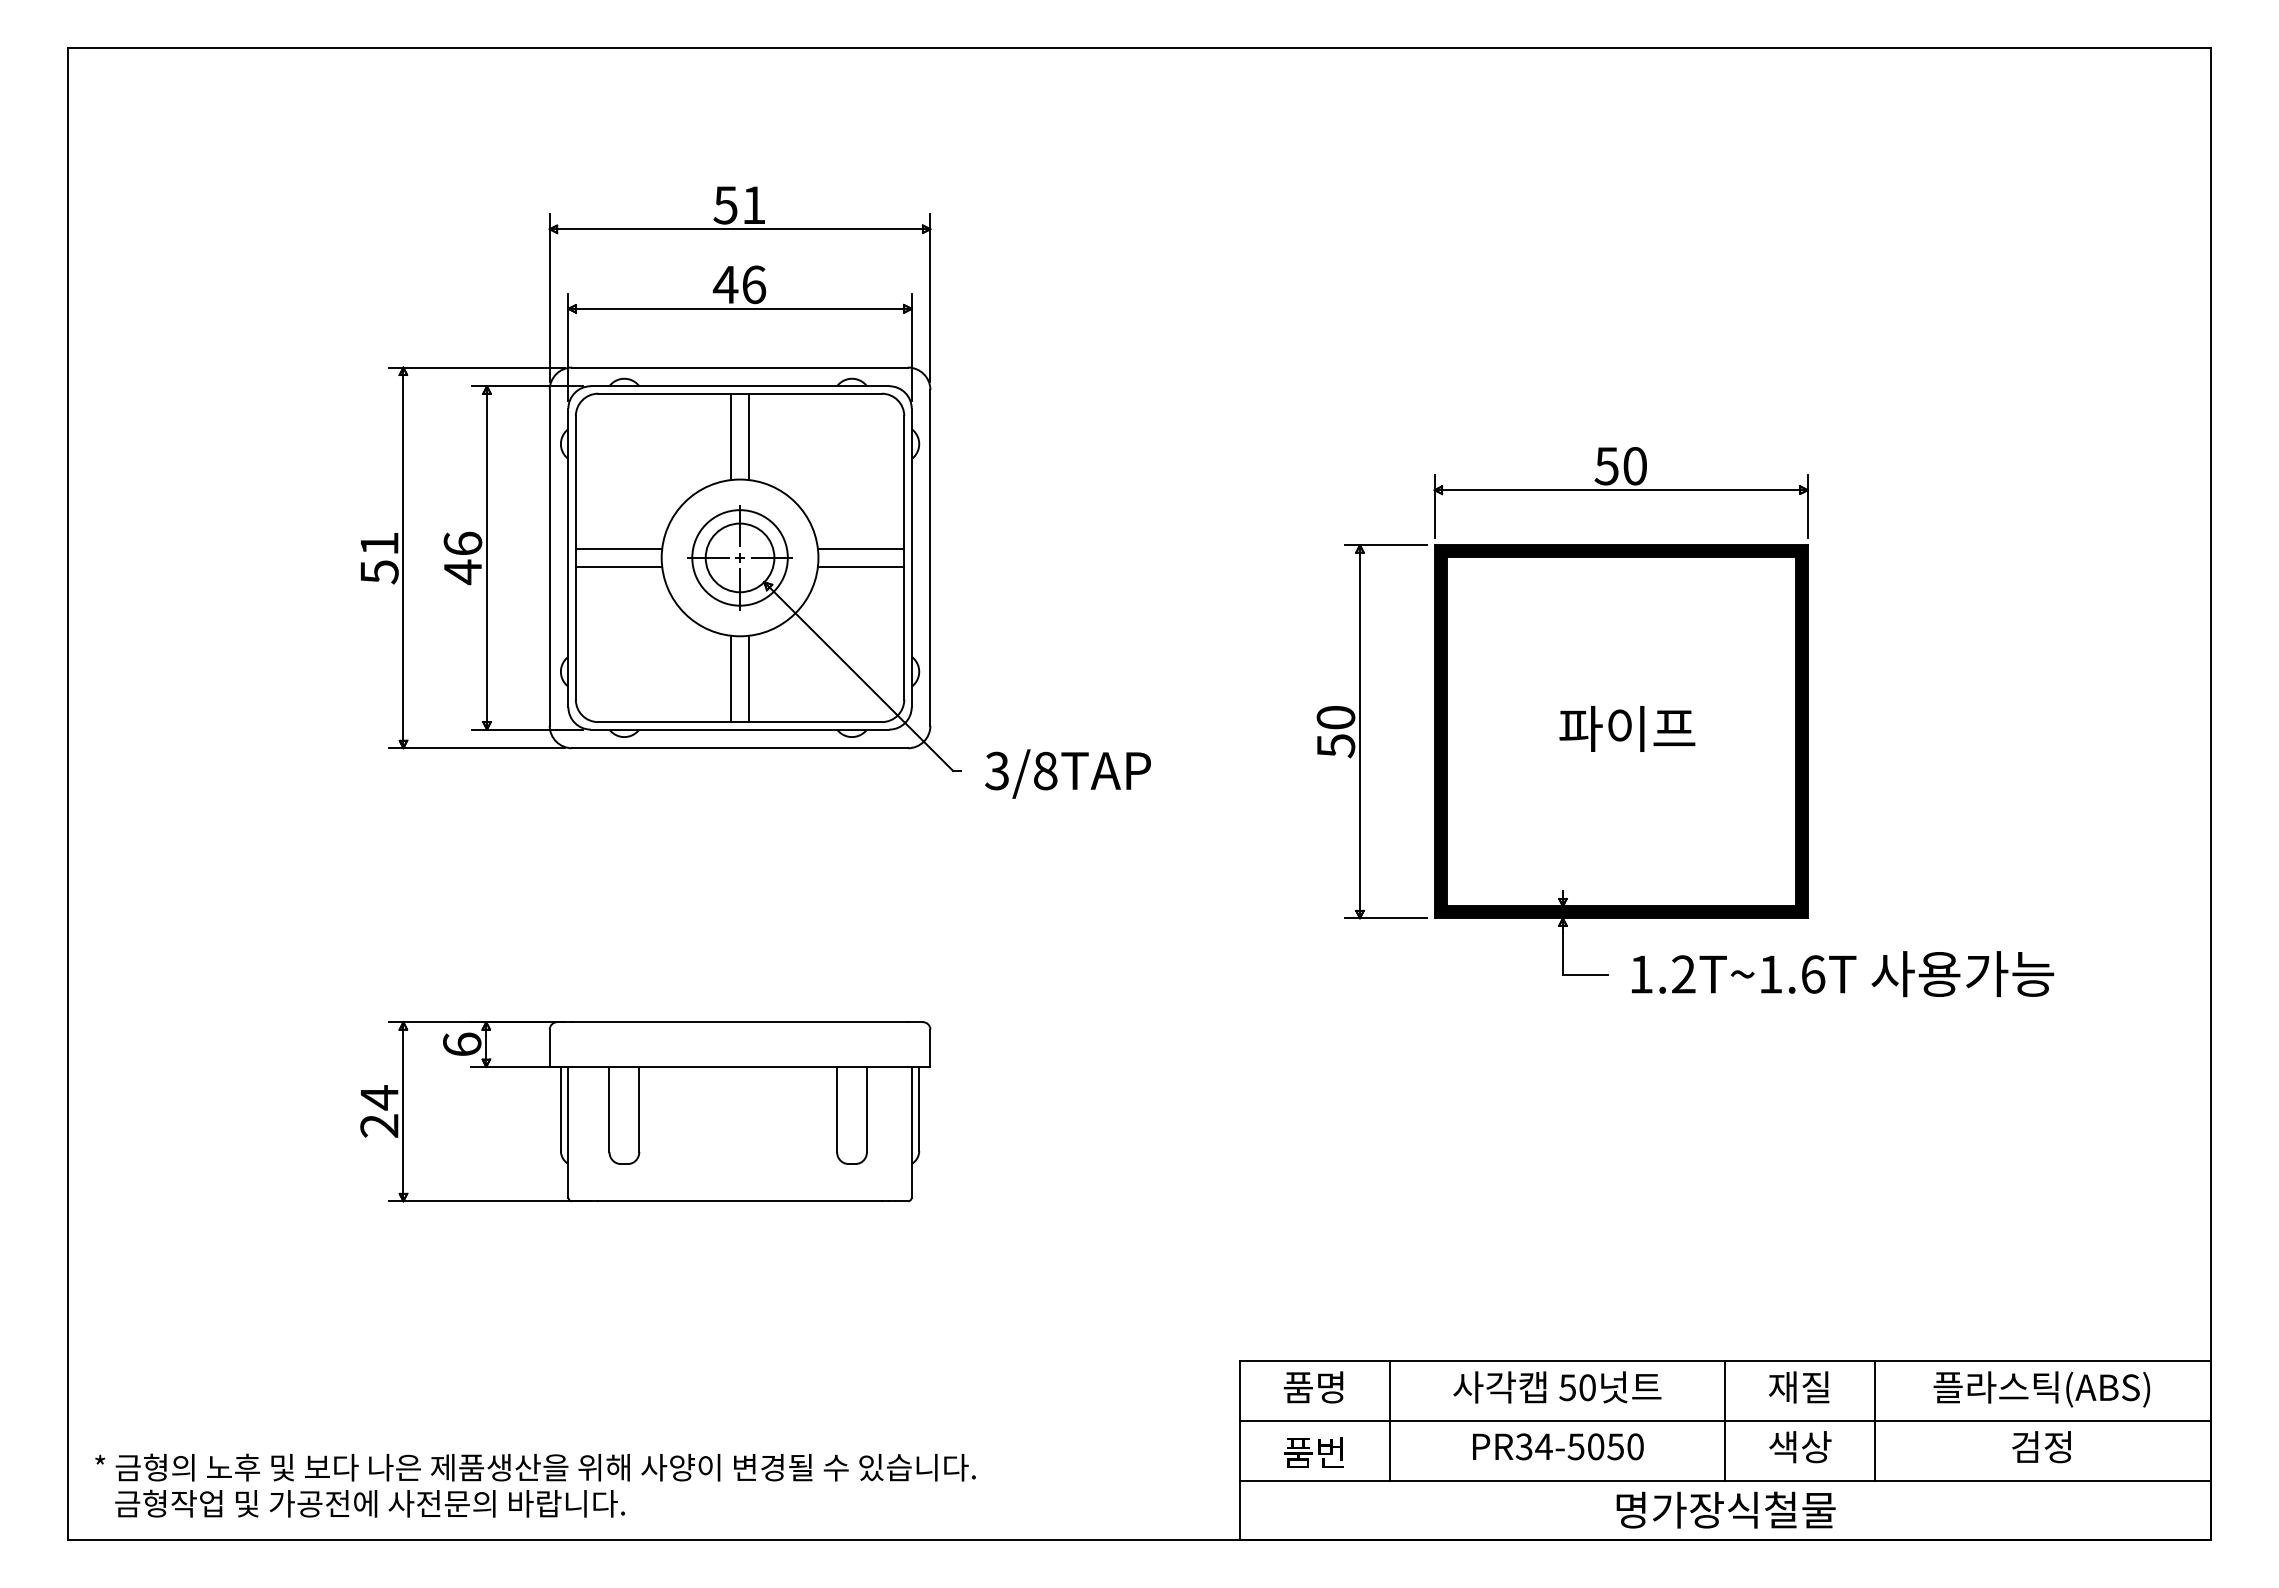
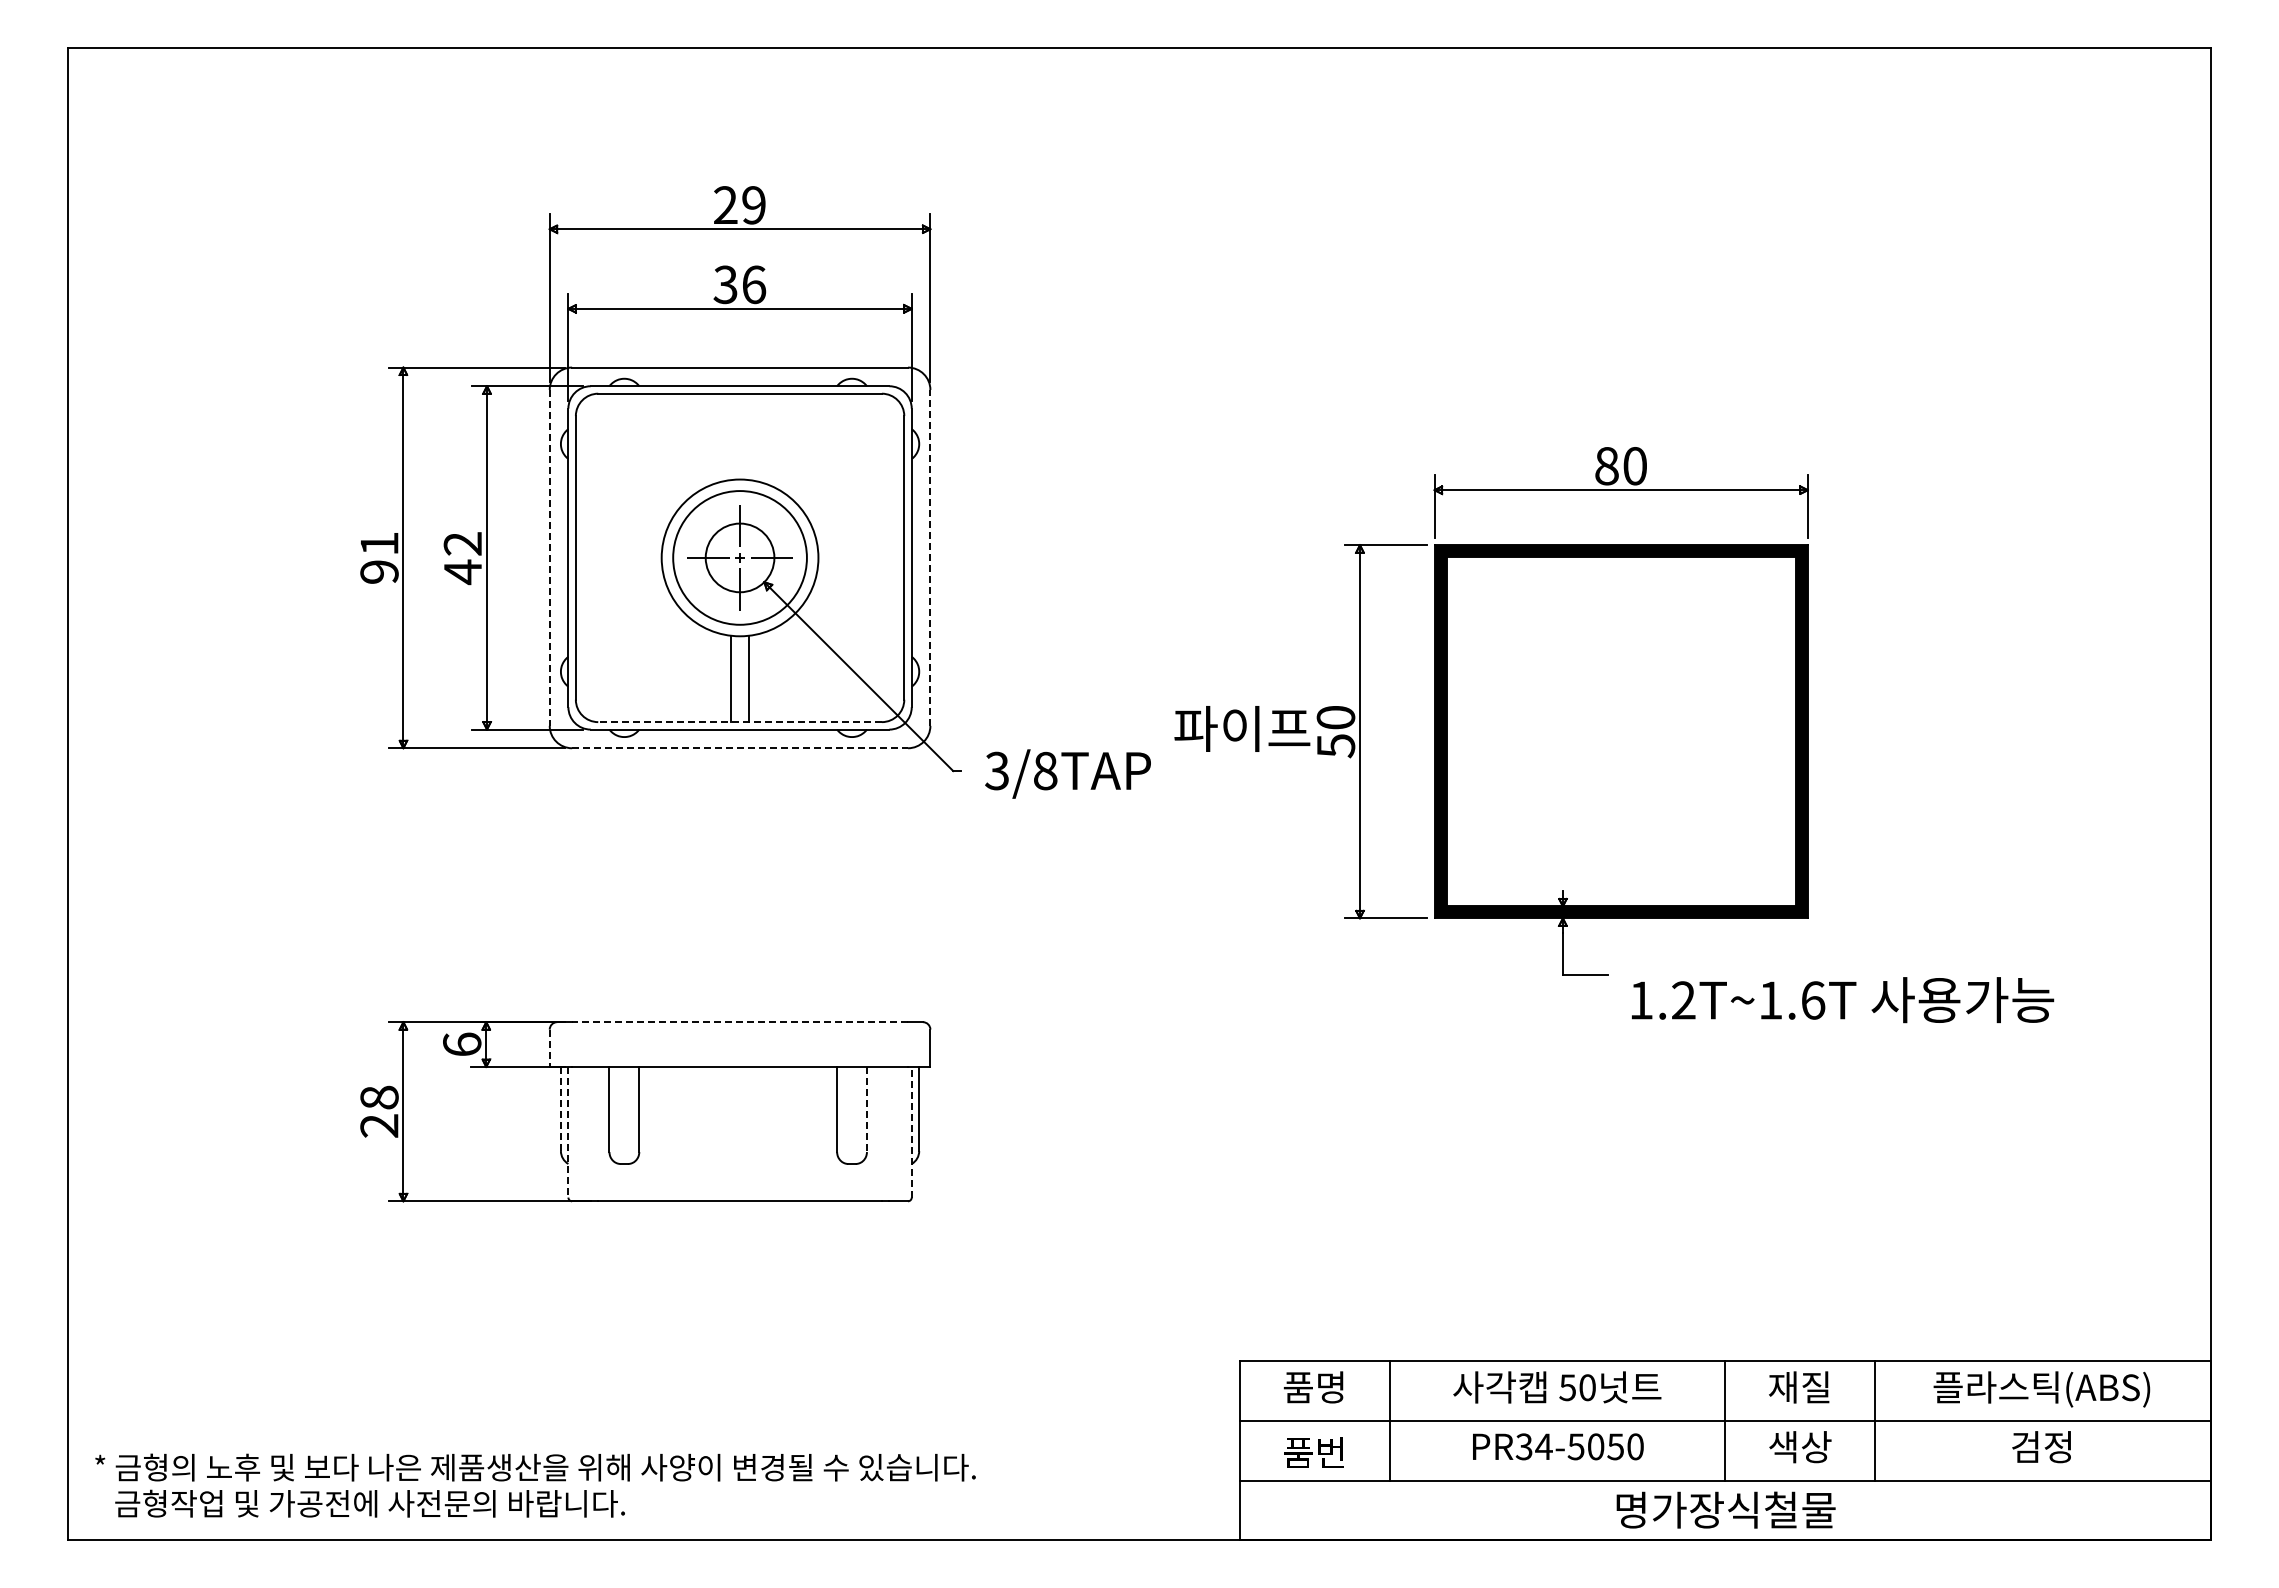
text at (739, 205): 51 -> 29
text at (725, 284): 46 -> 36
line at (731, 436): present -> none
line at (749, 436): present -> none
text at (1606, 466): 50 -> 80
text at (462, 543): 46 -> 42
line at (618, 548): present -> none
line at (860, 548): present -> none
line at (549, 557): solid -> dashed
circle at (739, 557) diameter: 96 px -> 134 px
line at (930, 557): solid -> dashed
line at (618, 566): present -> none
line at (860, 566): present -> none
text at (379, 572): 51 -> 91
line at (740, 722): solid -> dashed
text at (1627, 728) position: (1627, 728) -> (1242, 728)
line at (740, 748): solid -> dashed
text at (1843, 974) position: (1843, 974) -> (1843, 1000)
line at (740, 1022): solid -> dashed
line at (549, 1048): solid -> dashed
text at (379, 1097): 24 -> 28
line at (560, 1109): solid -> dashed
line at (866, 1109): solid -> dashed
line at (911, 1131): solid -> dashed
line at (568, 1132): solid -> dashed
